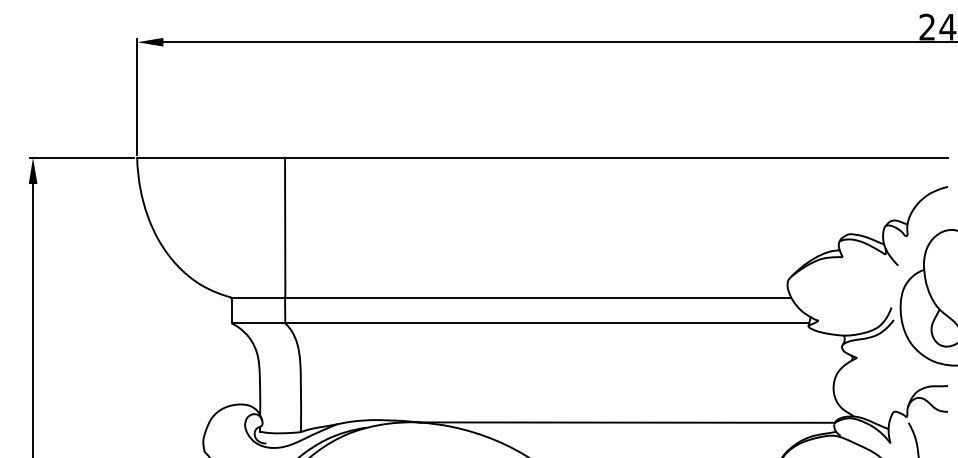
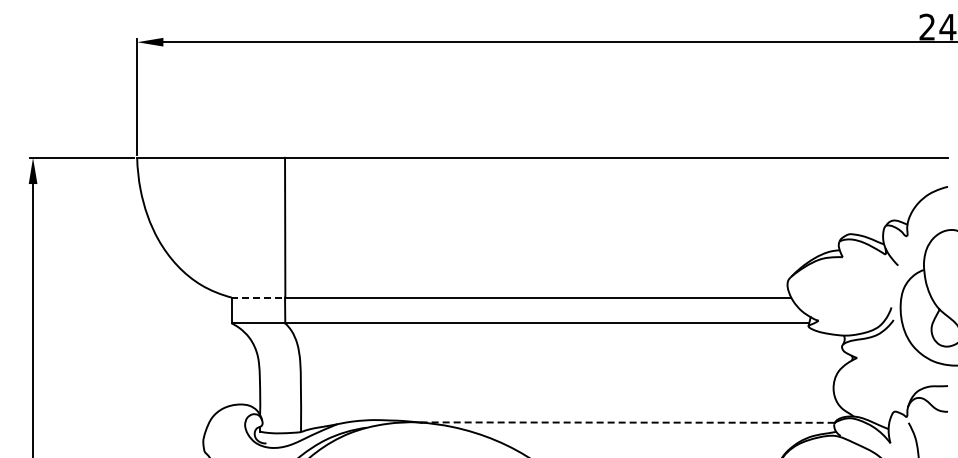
line at (258, 297): solid -> dashed
line at (626, 422): solid -> dashed
